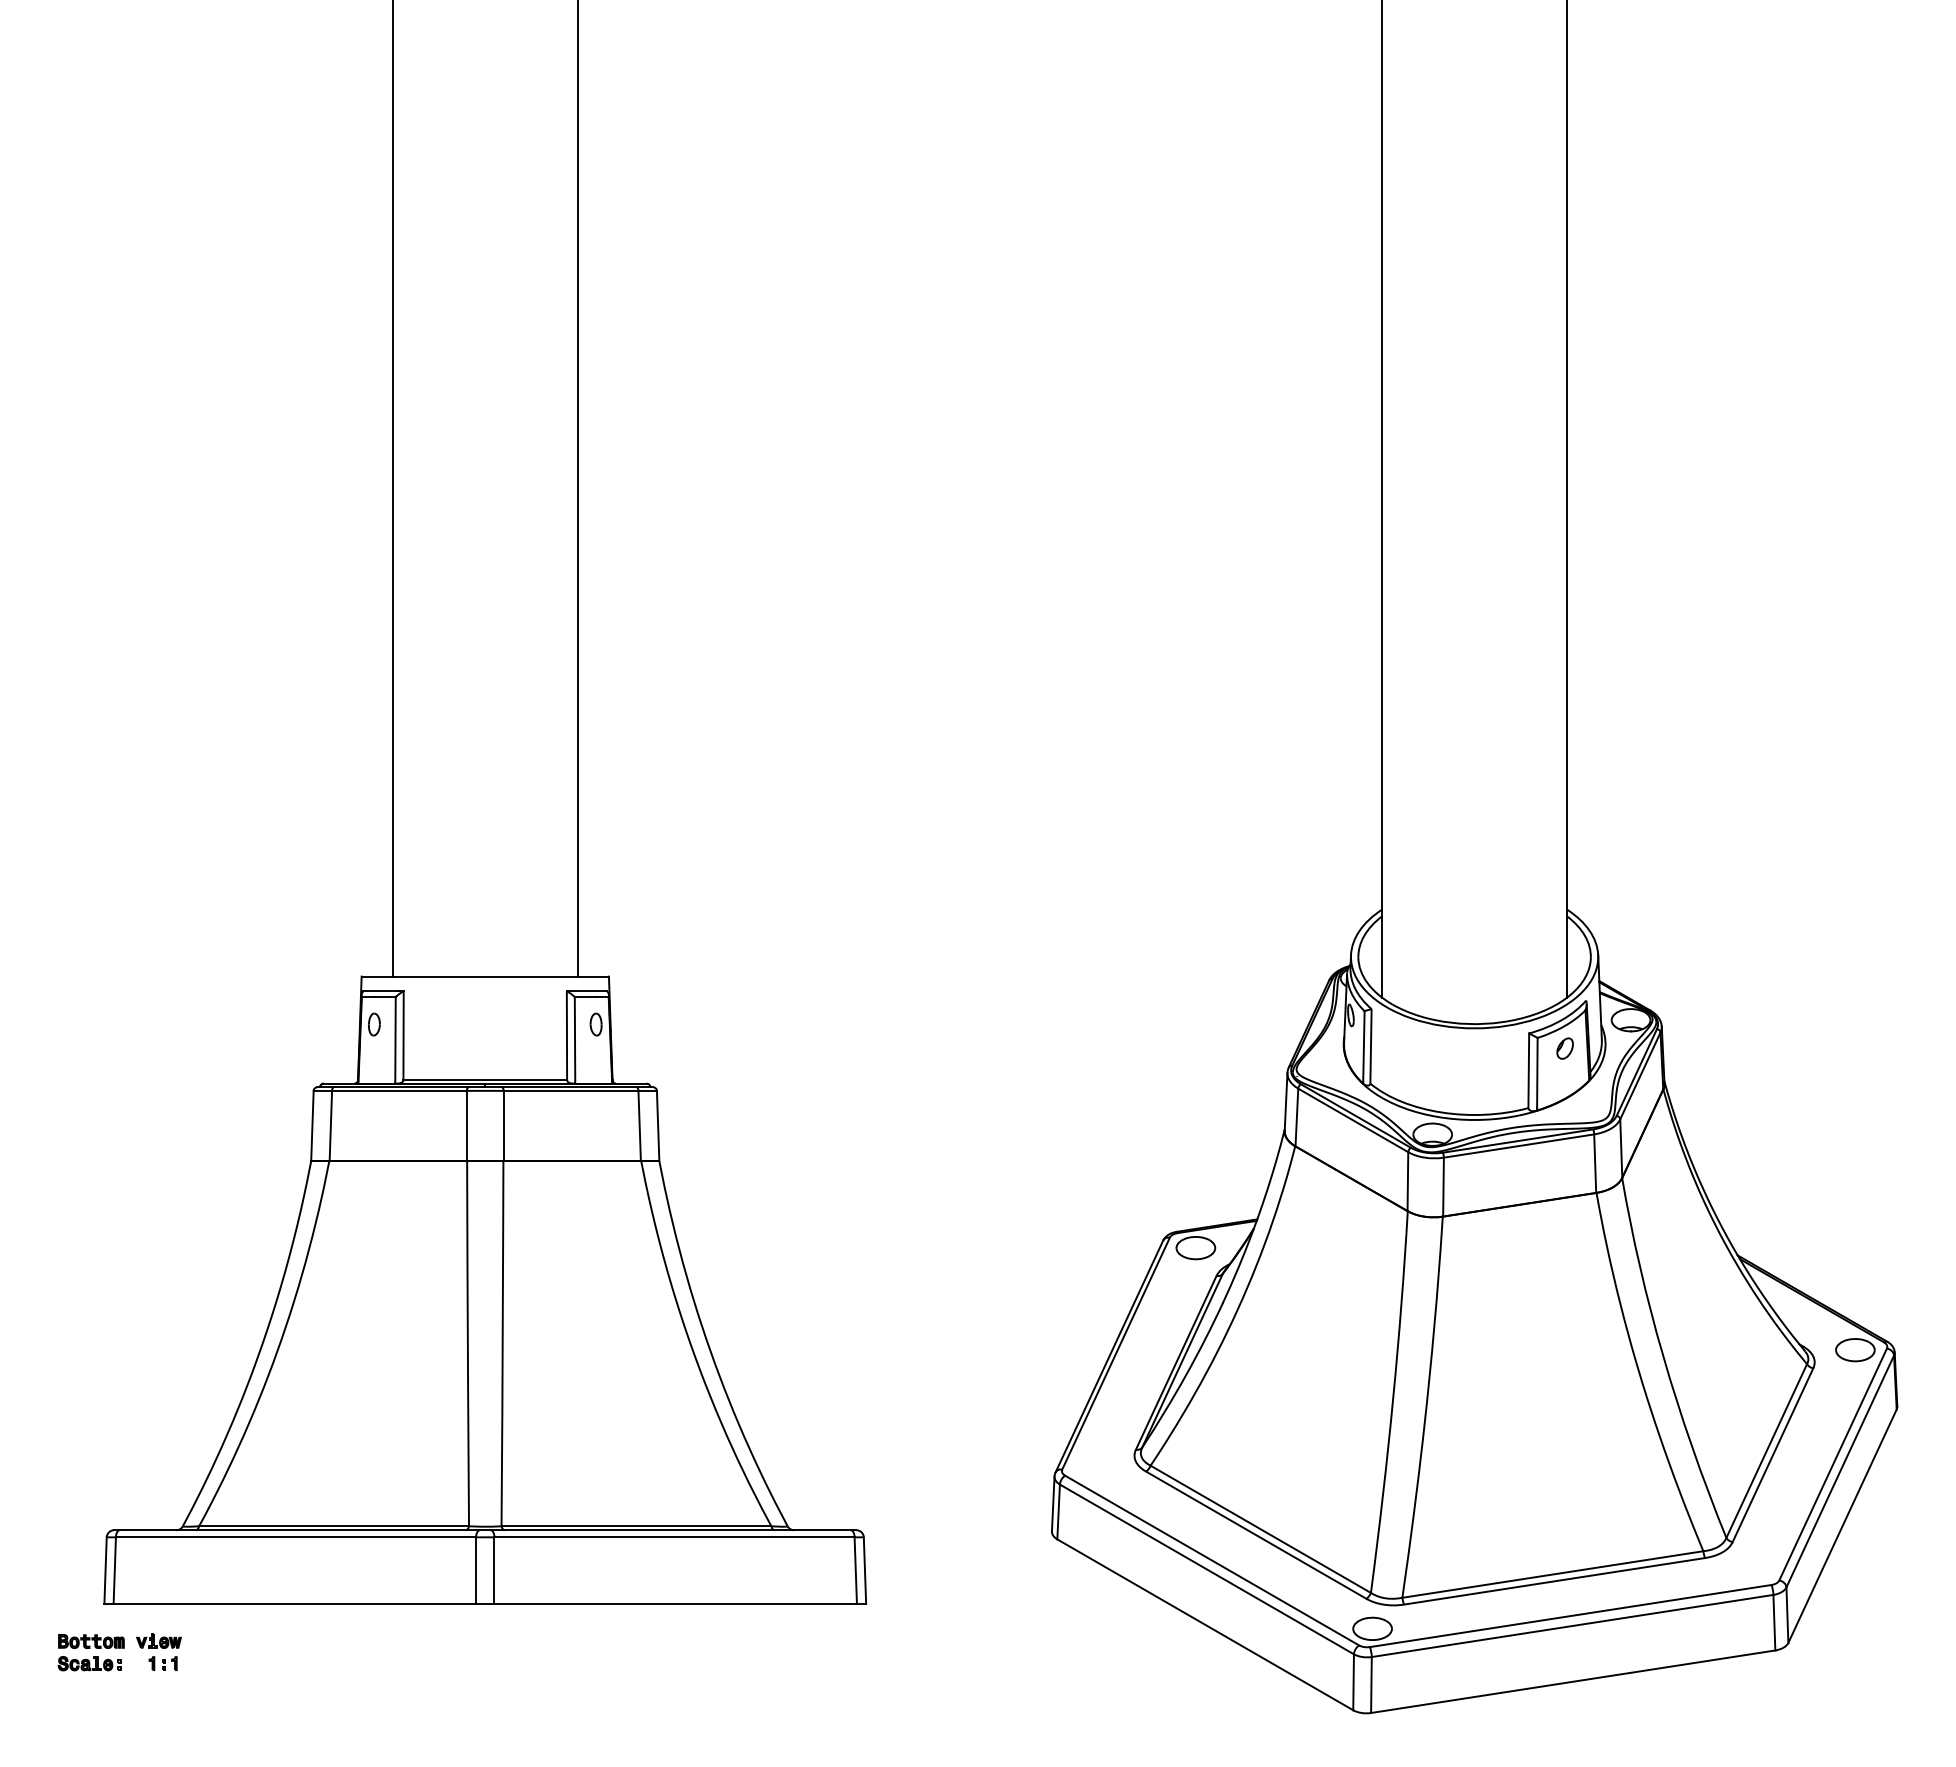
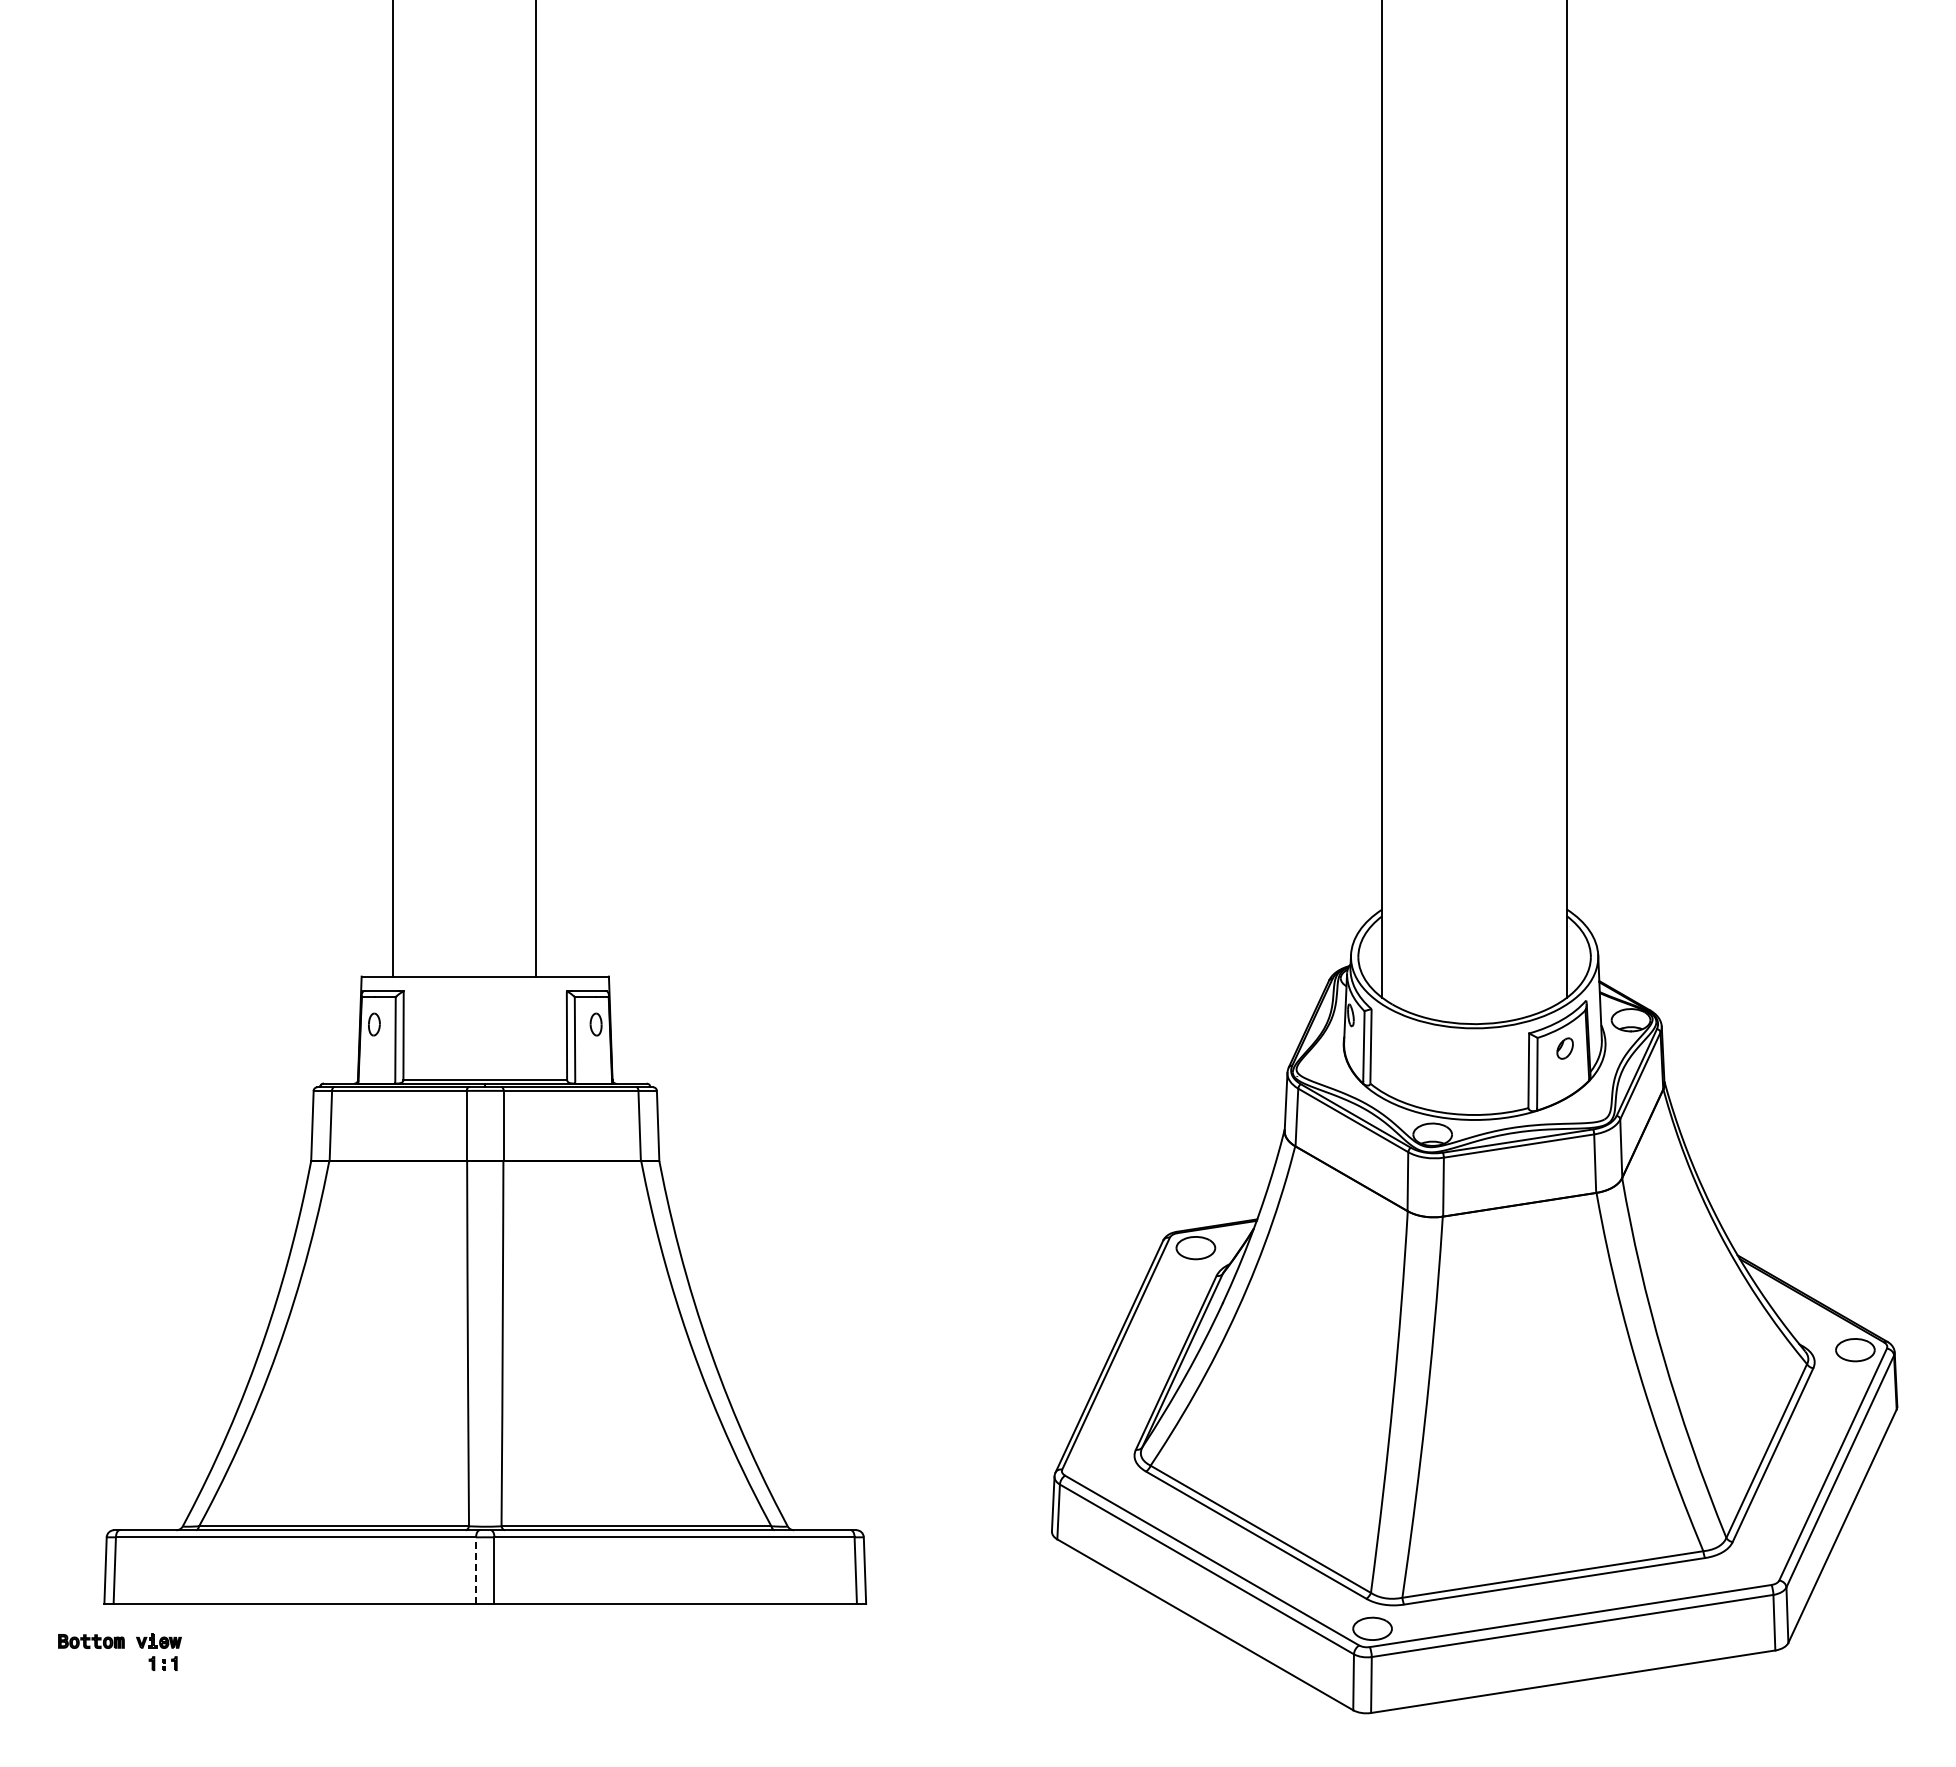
line at (577, 489) position: (577, 489) -> (535, 489)
line at (476, 1570): solid -> dashed
part at (89, 1663): present -> none
